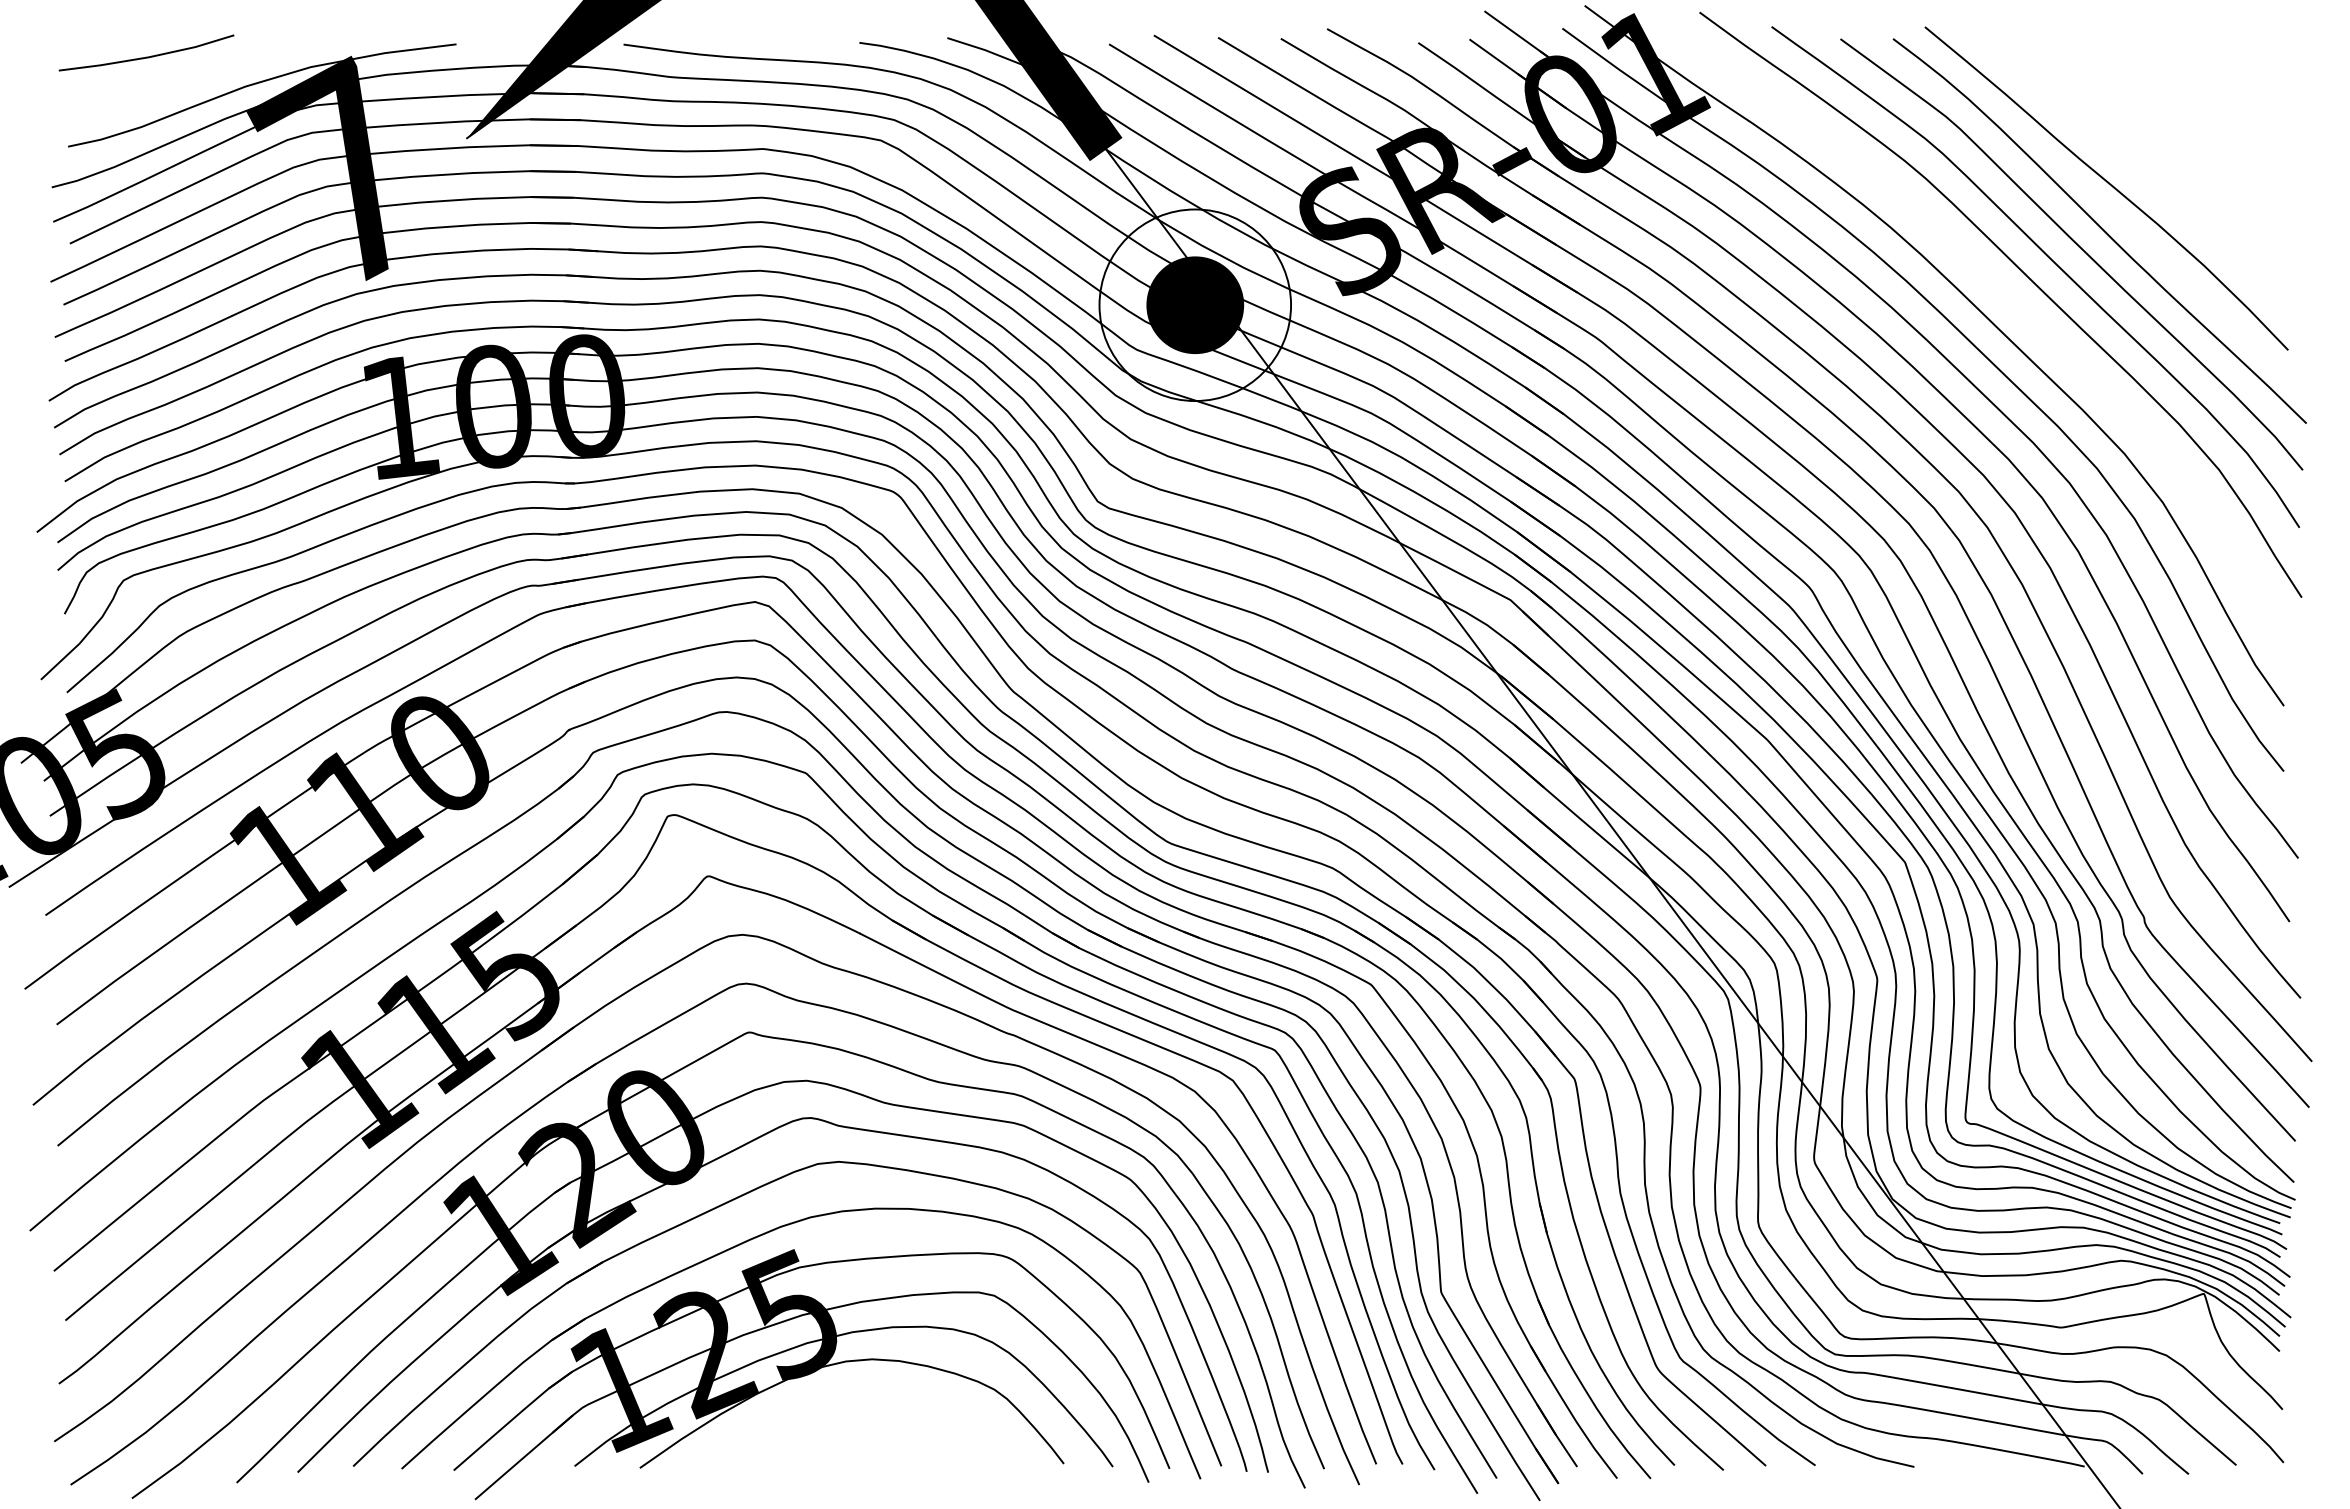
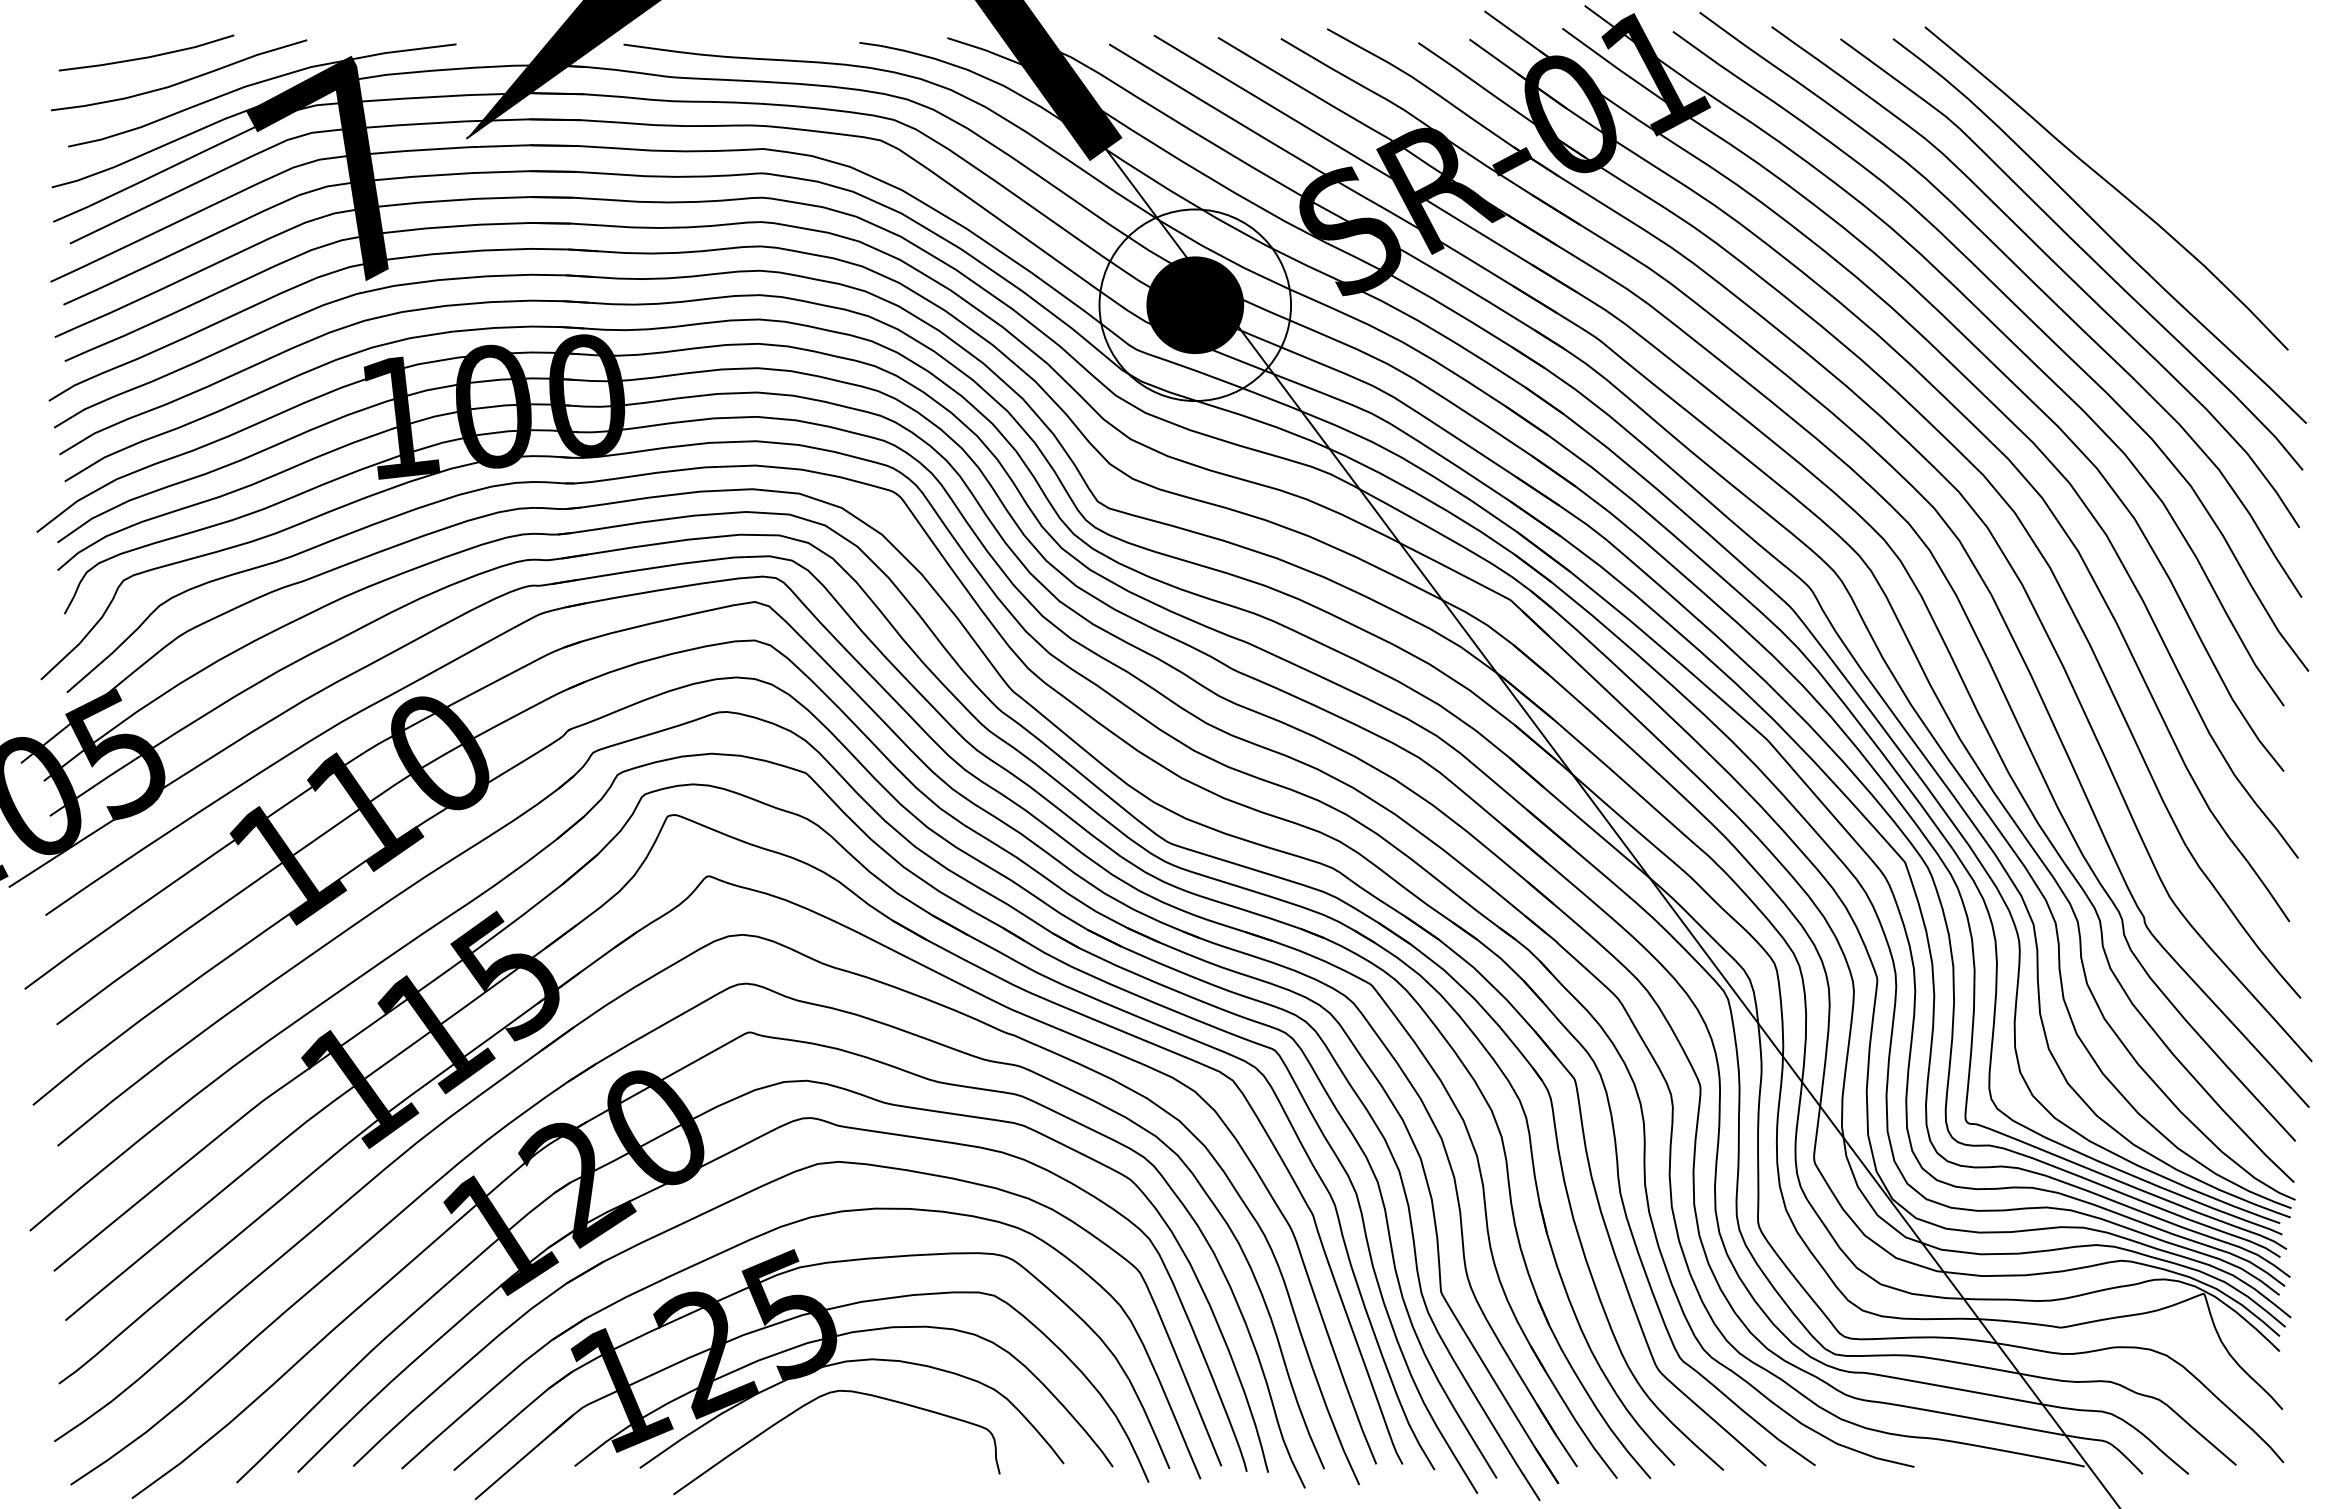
curve at (180, 81): none -> present
curve at (2025, 316): none -> present
curve at (815, 1400): none -> present
